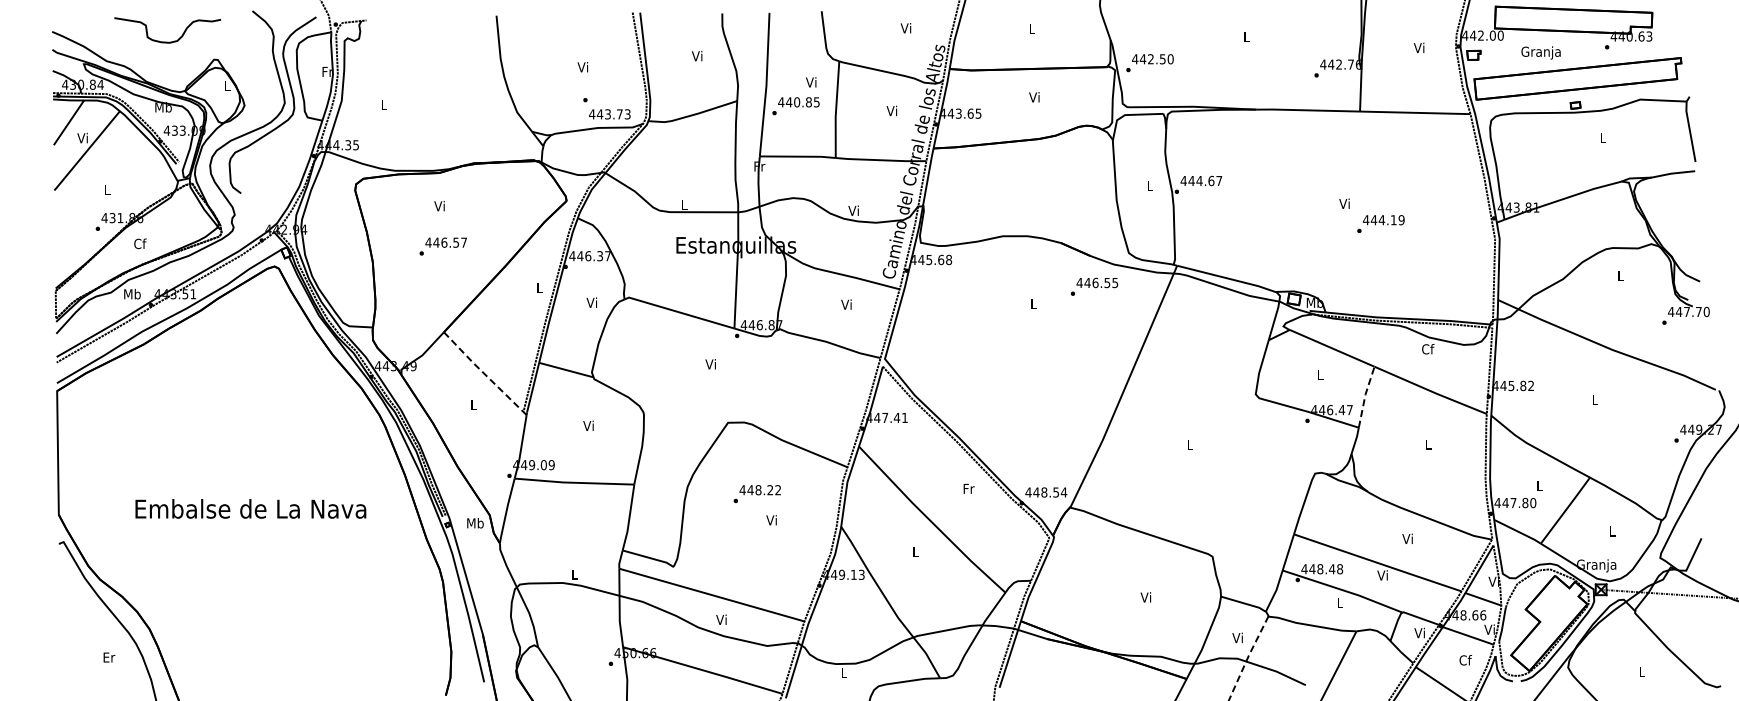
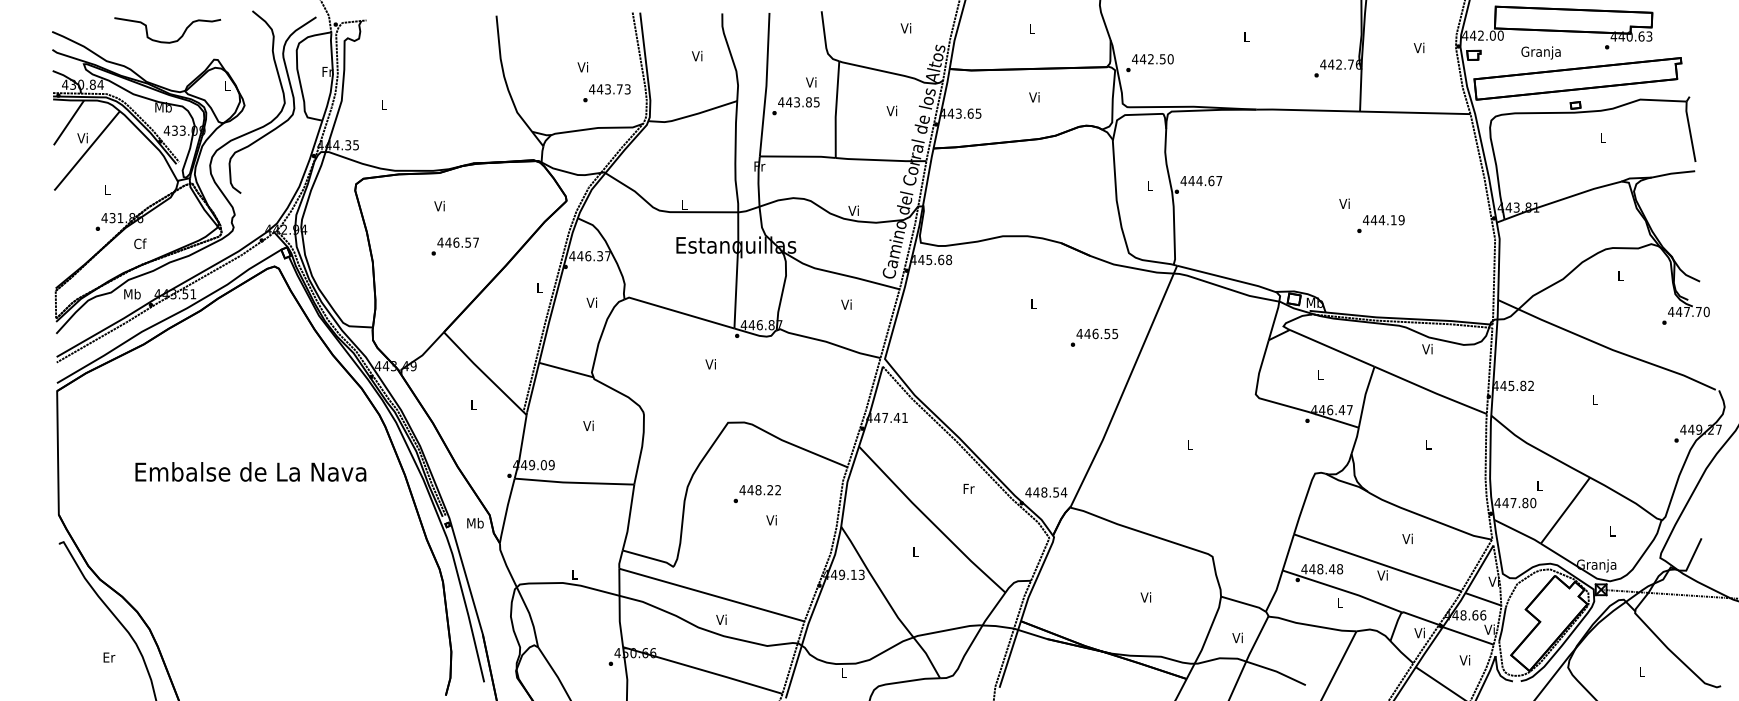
text at (797, 102): 440.85 -> 443.85
text at (609, 114) position: (609, 114) -> (609, 89)
text at (442, 246) position: (442, 246) -> (454, 246)
text at (1094, 286) position: (1094, 286) -> (1094, 337)
text at (1428, 349): Cf -> Vi
line at (484, 373): dashed -> solid
line at (1365, 396): dashed -> solid
text at (250, 508) position: (250, 508) -> (250, 471)
line at (1248, 657): dashed -> solid
text at (1465, 660): Cf -> Vi
